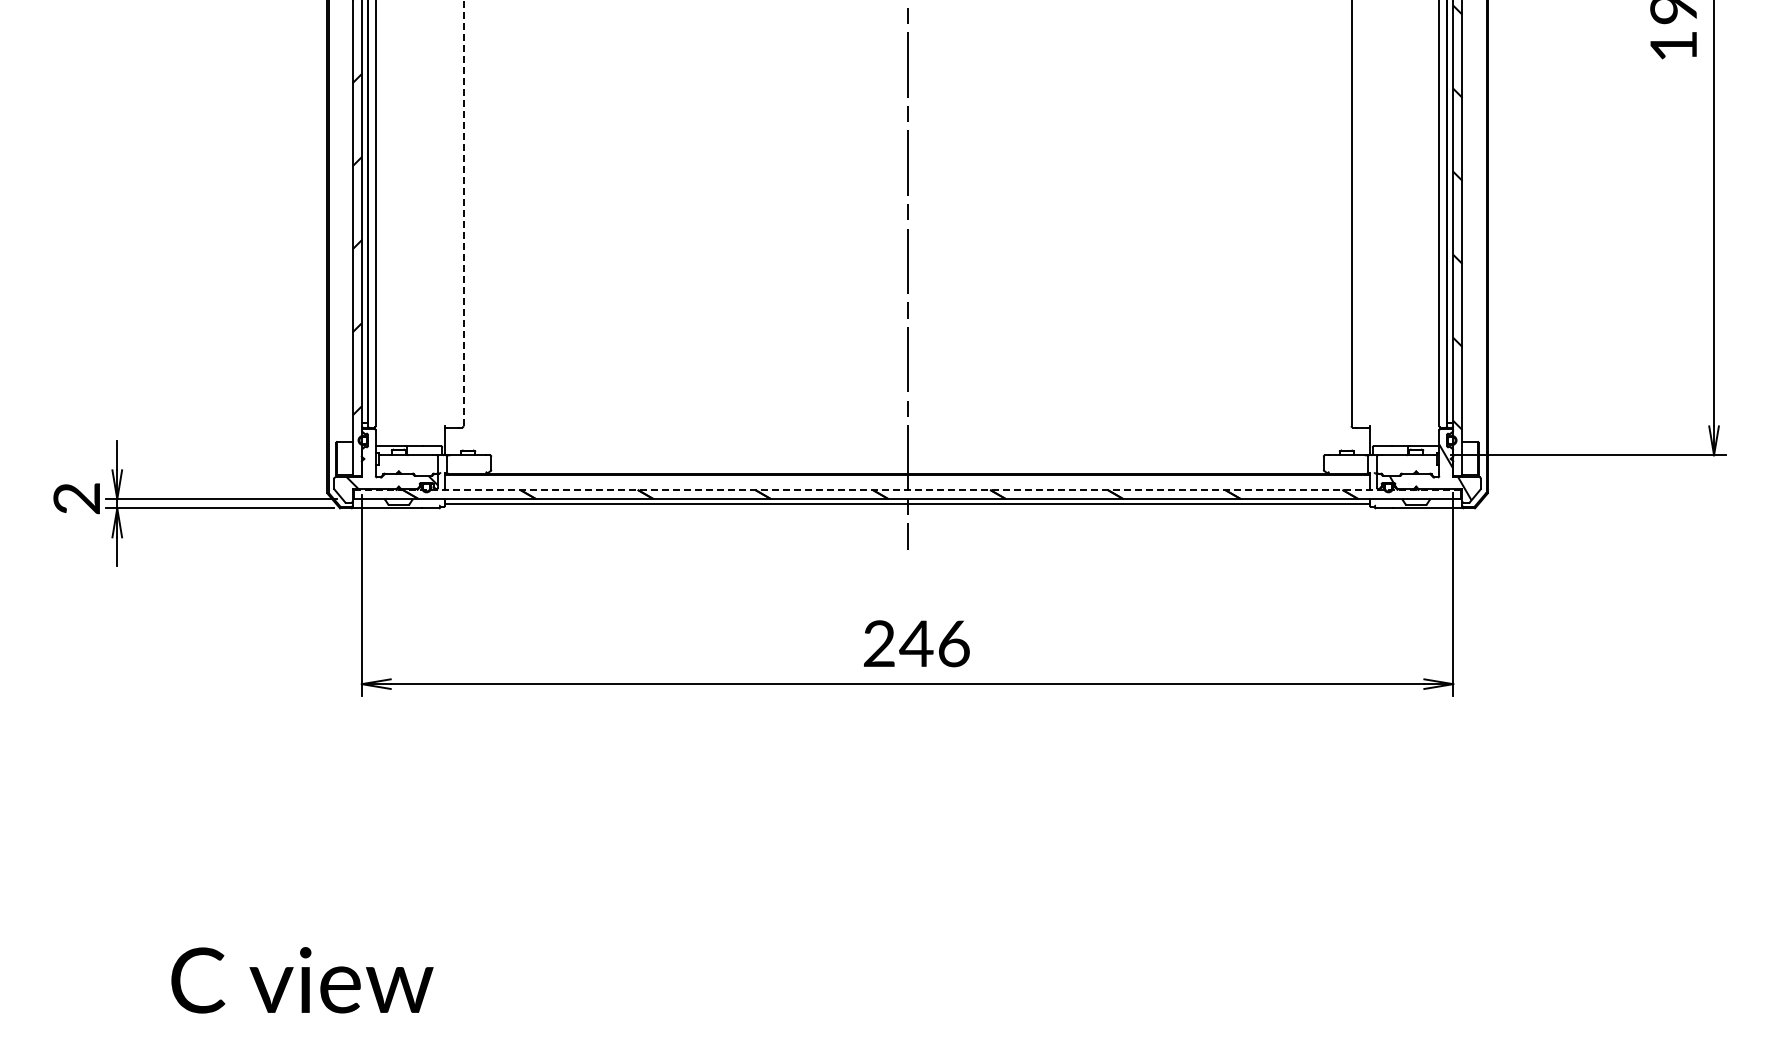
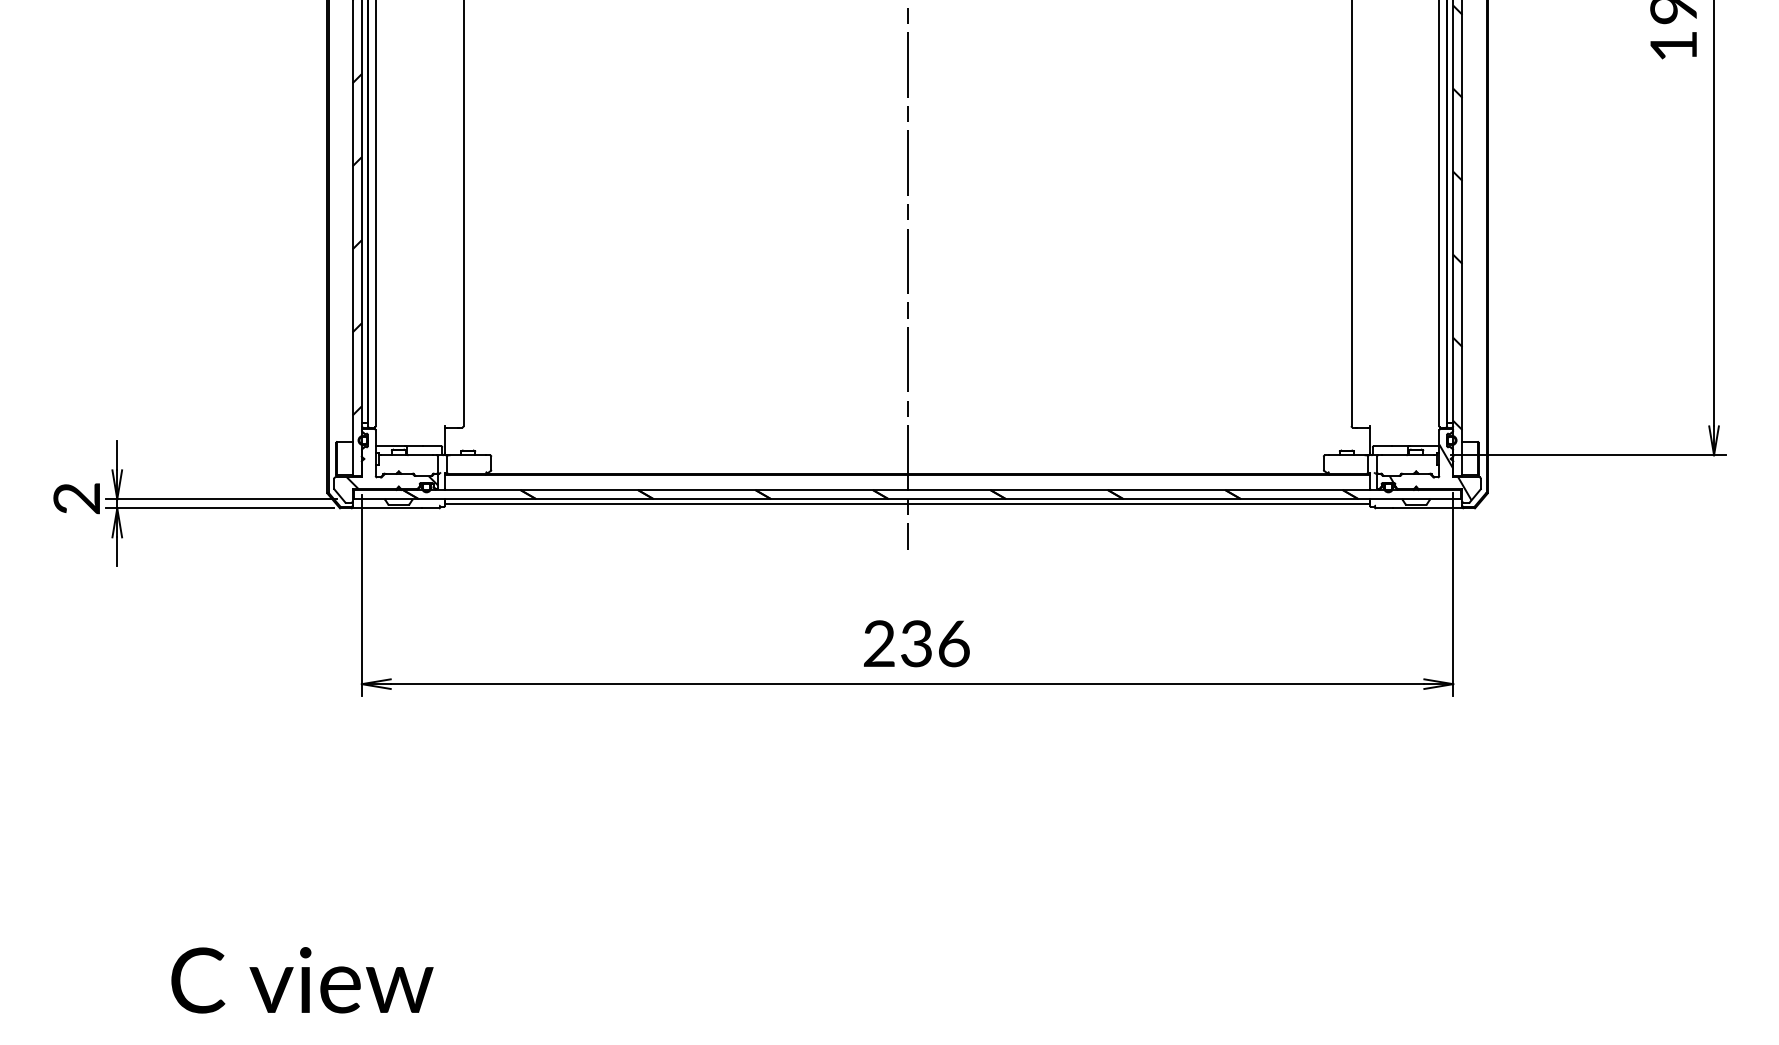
line at (463, 213): dashed -> solid
line at (907, 489): dashed -> solid
text at (916, 643): 246 -> 236
